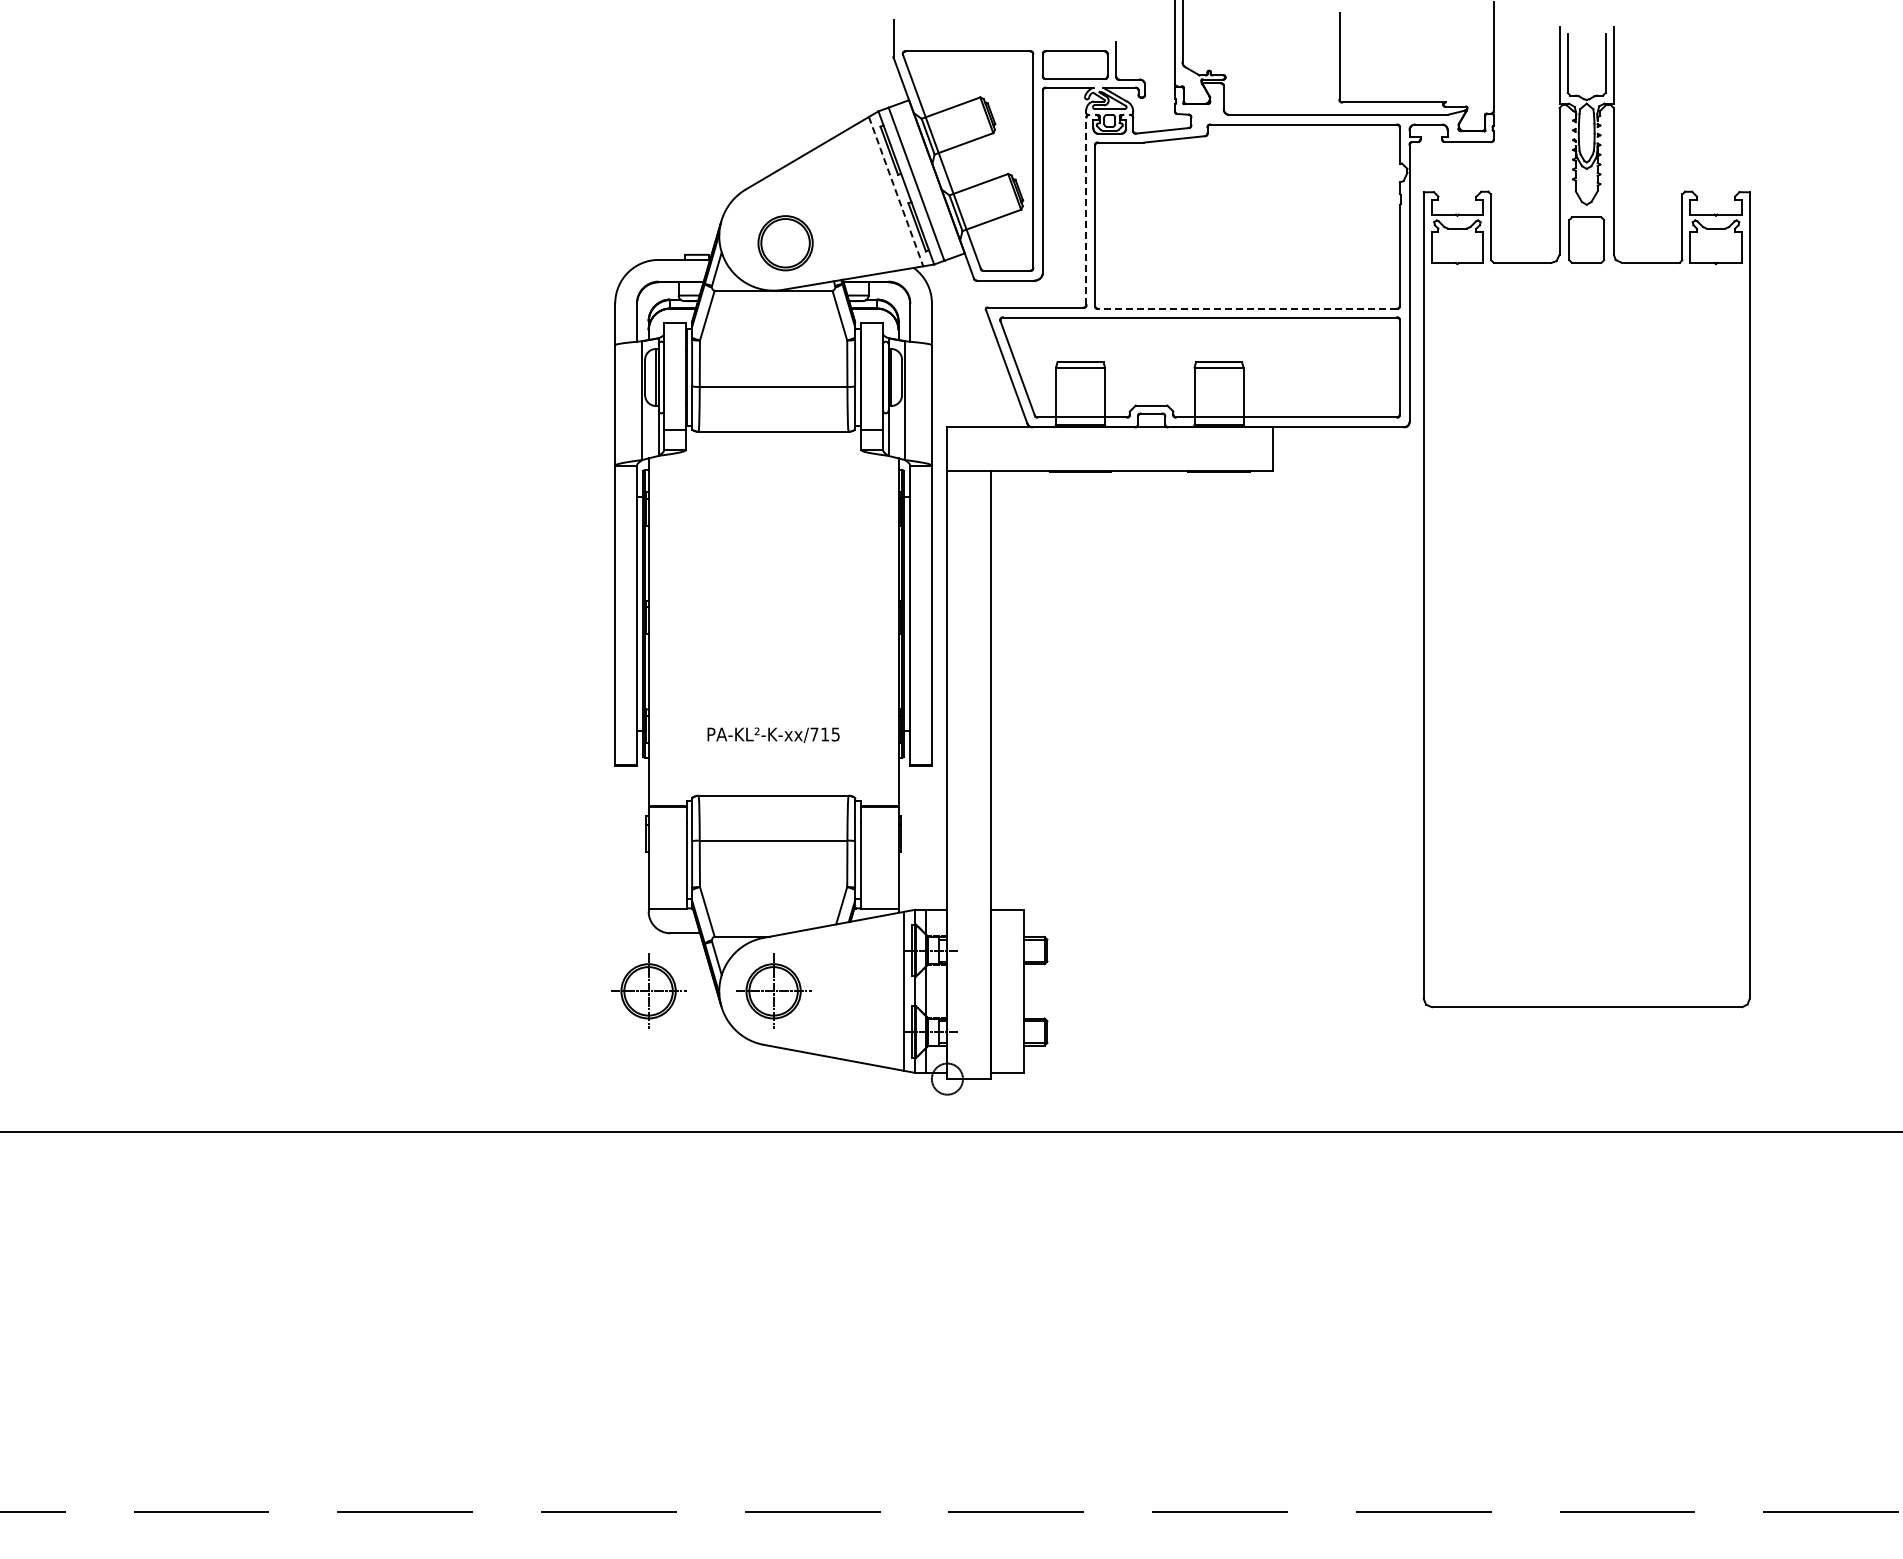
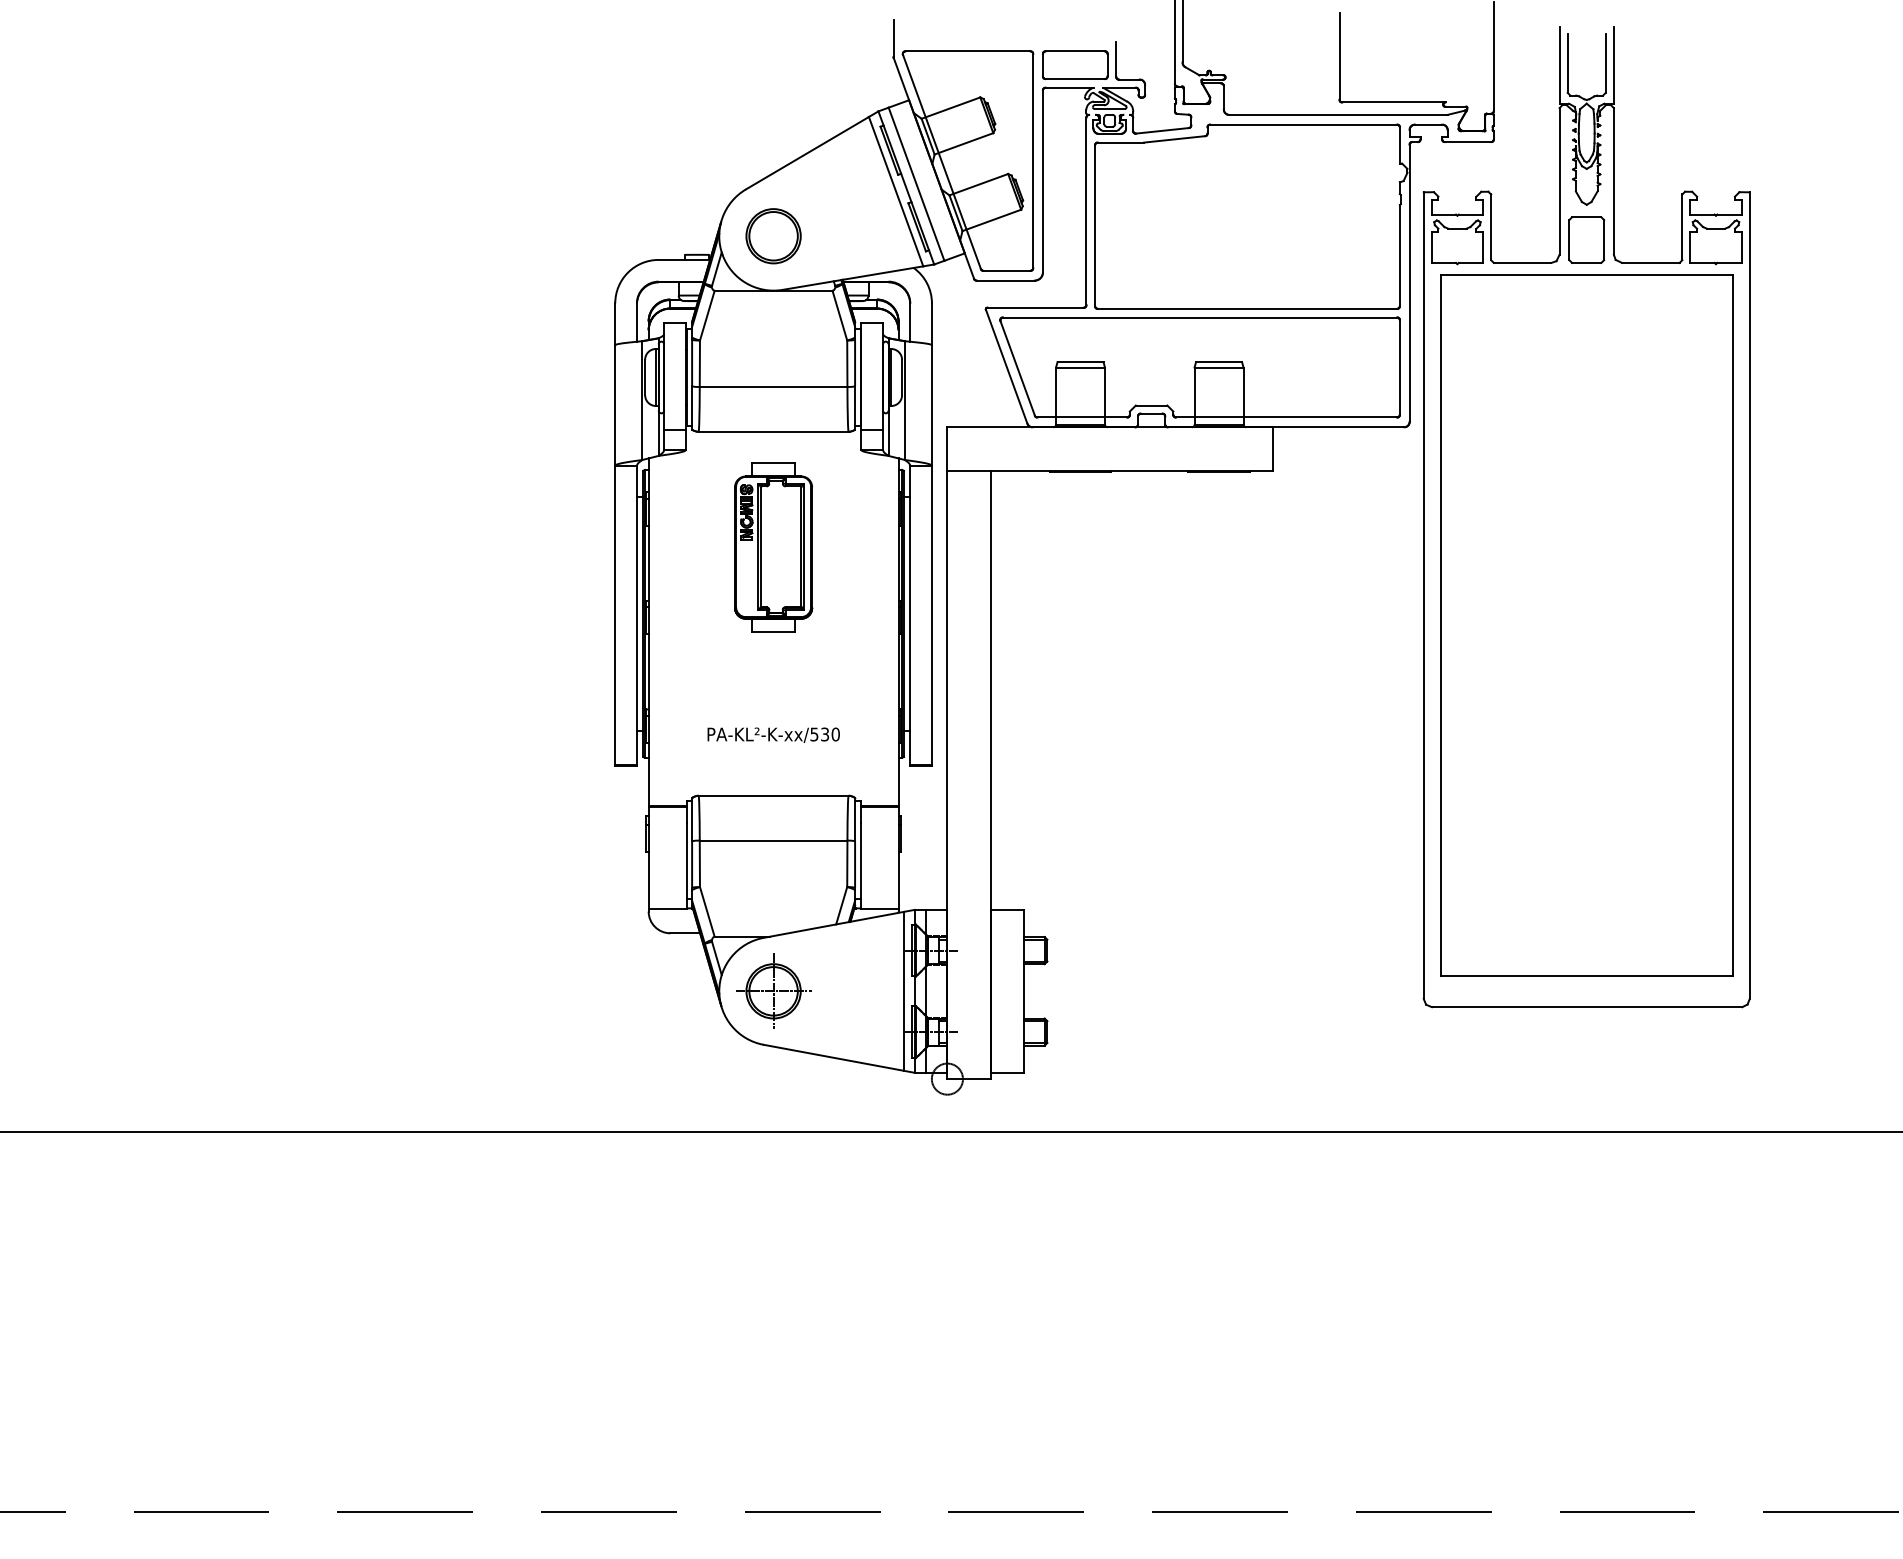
line at (896, 192): dashed -> solid
line at (1086, 211): dashed -> solid
part at (785, 243) position: (785, 243) -> (773, 236)
line at (1247, 308): dashed -> solid
part at (773, 547): none -> present
part at (1586, 625): none -> present
text at (824, 734): PA-KL²-K-xx/715 -> PA-KL²-K-xx/530
part at (648, 990): present -> none
